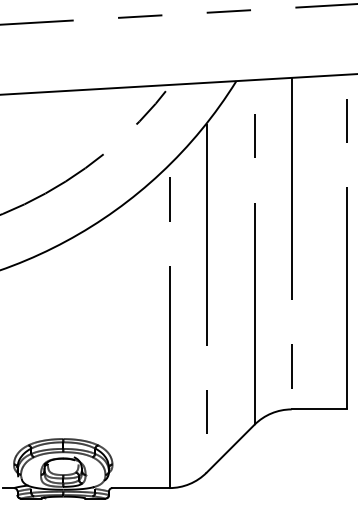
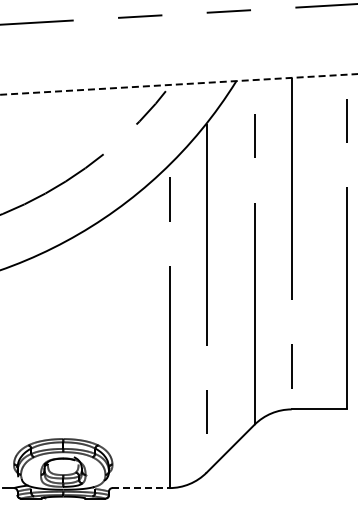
line at (178, 84): solid -> dashed
line at (140, 488): solid -> dashed
